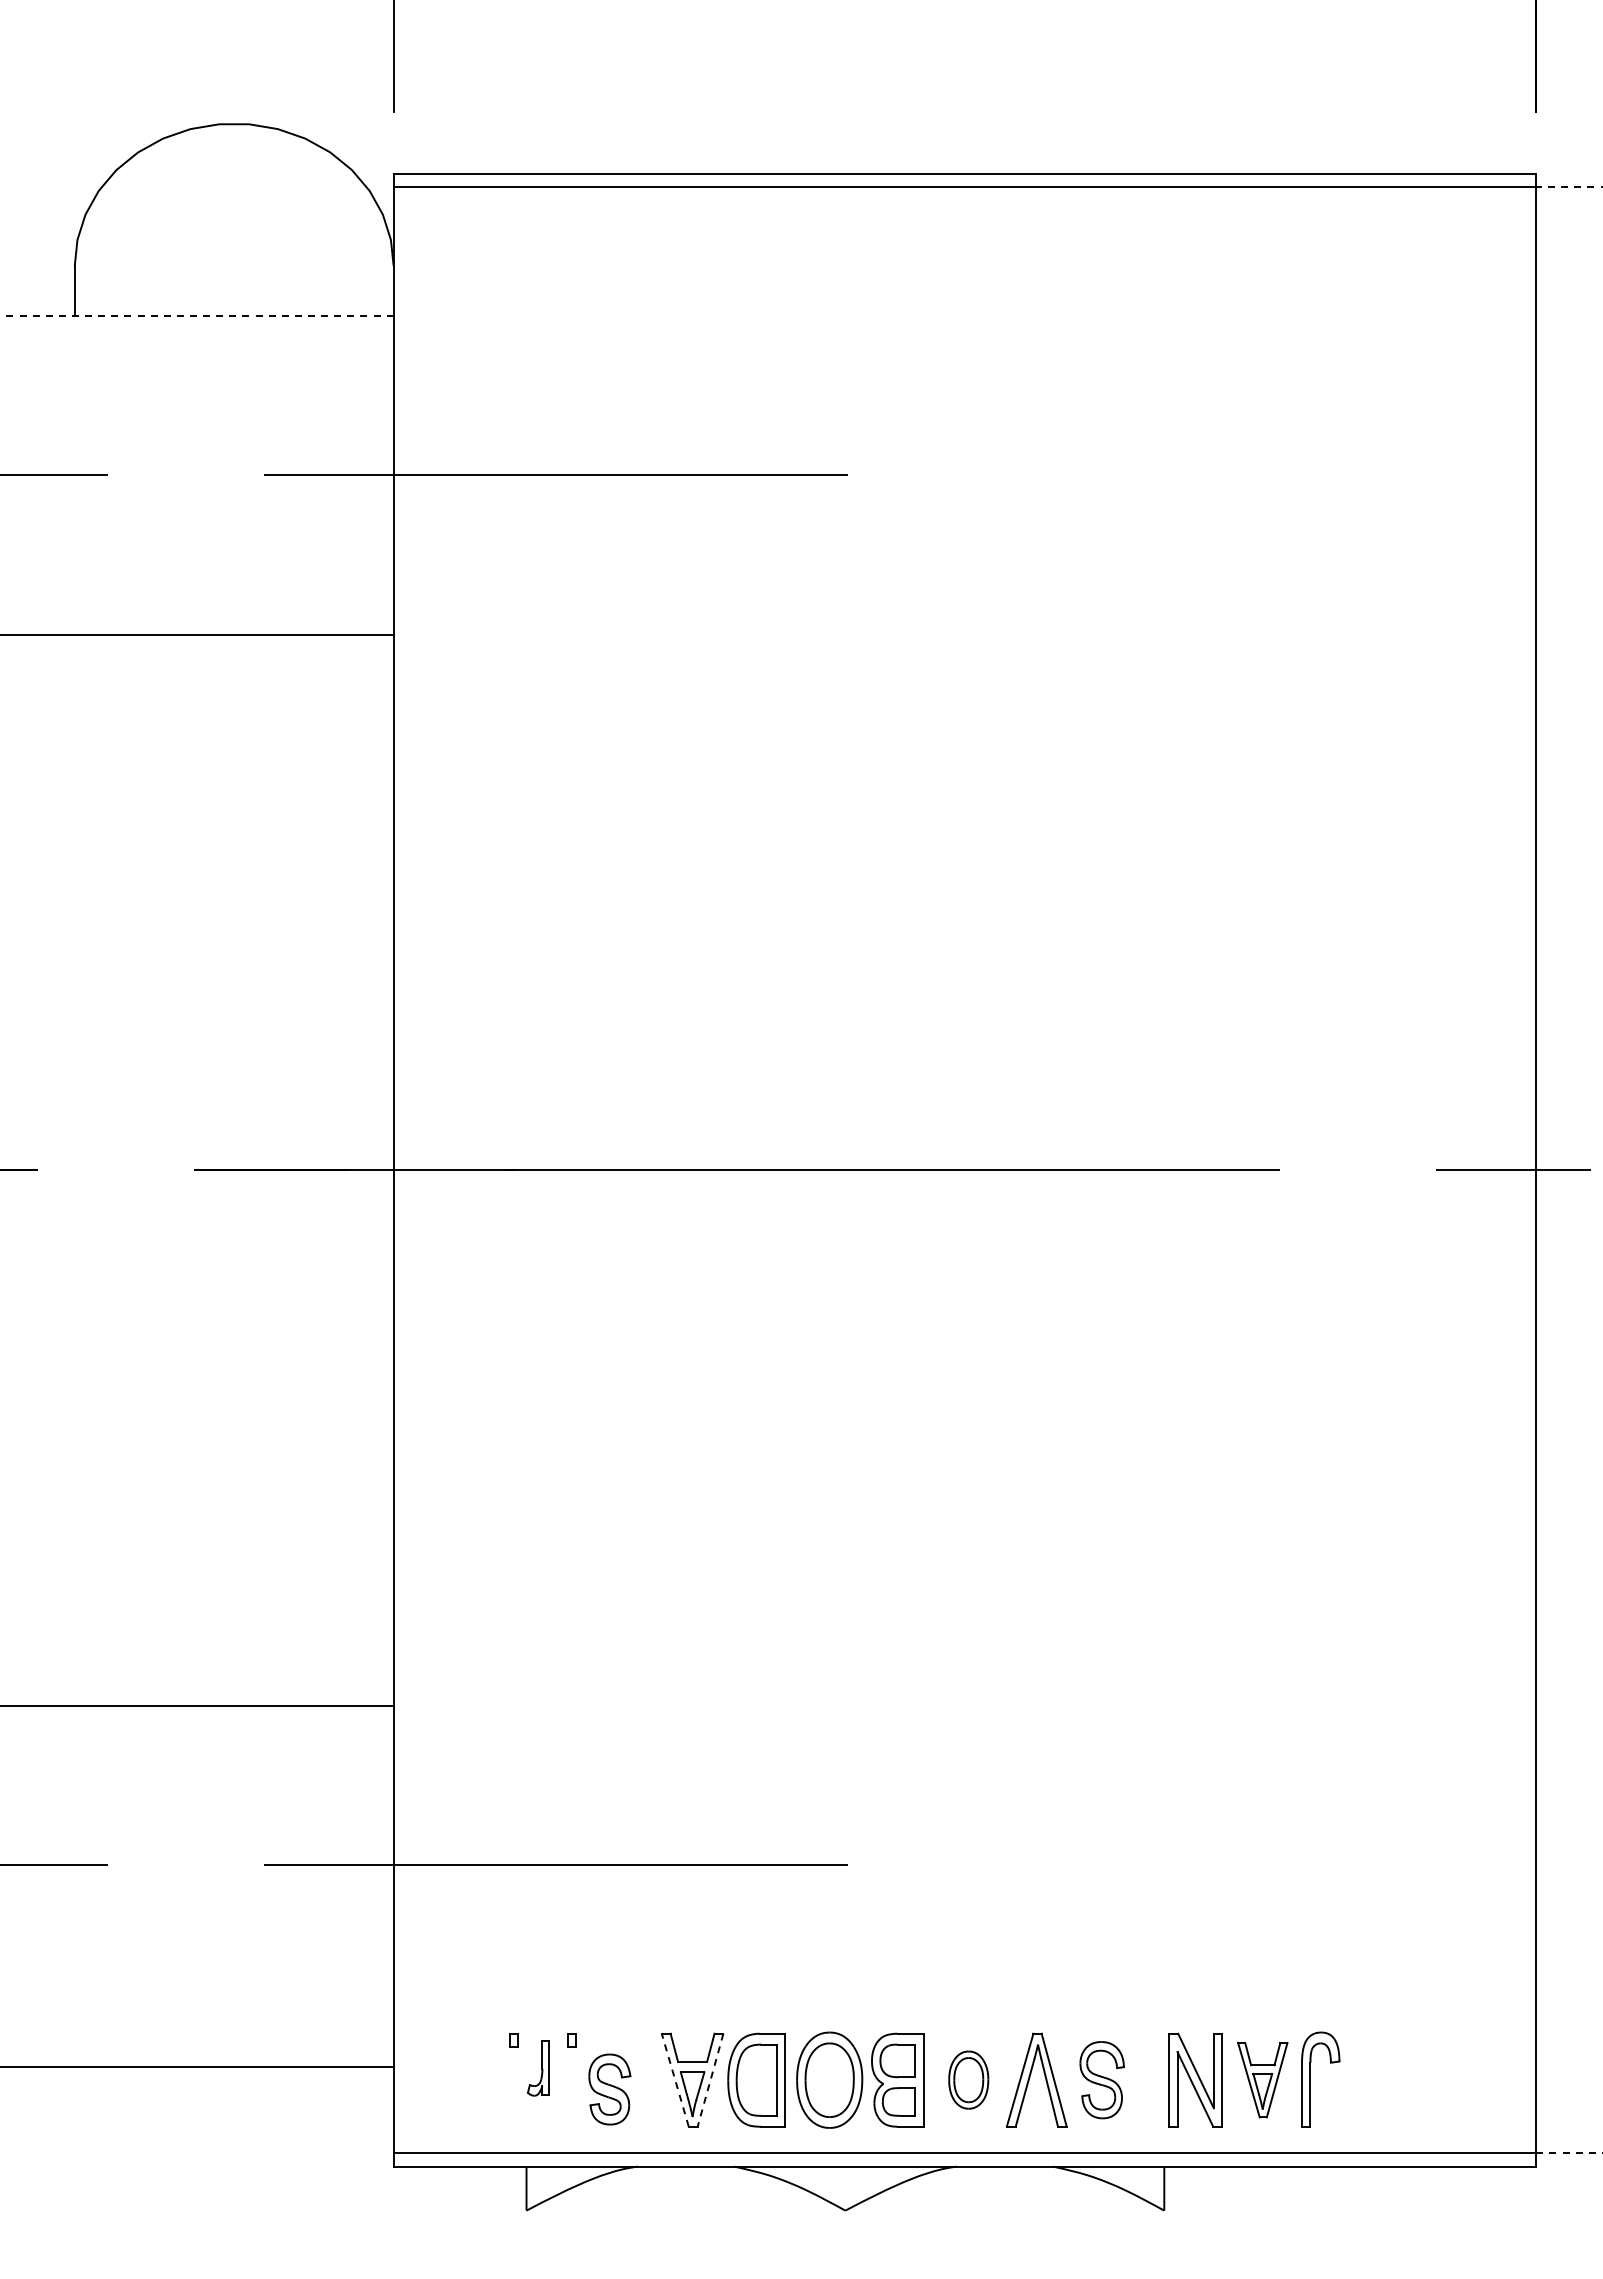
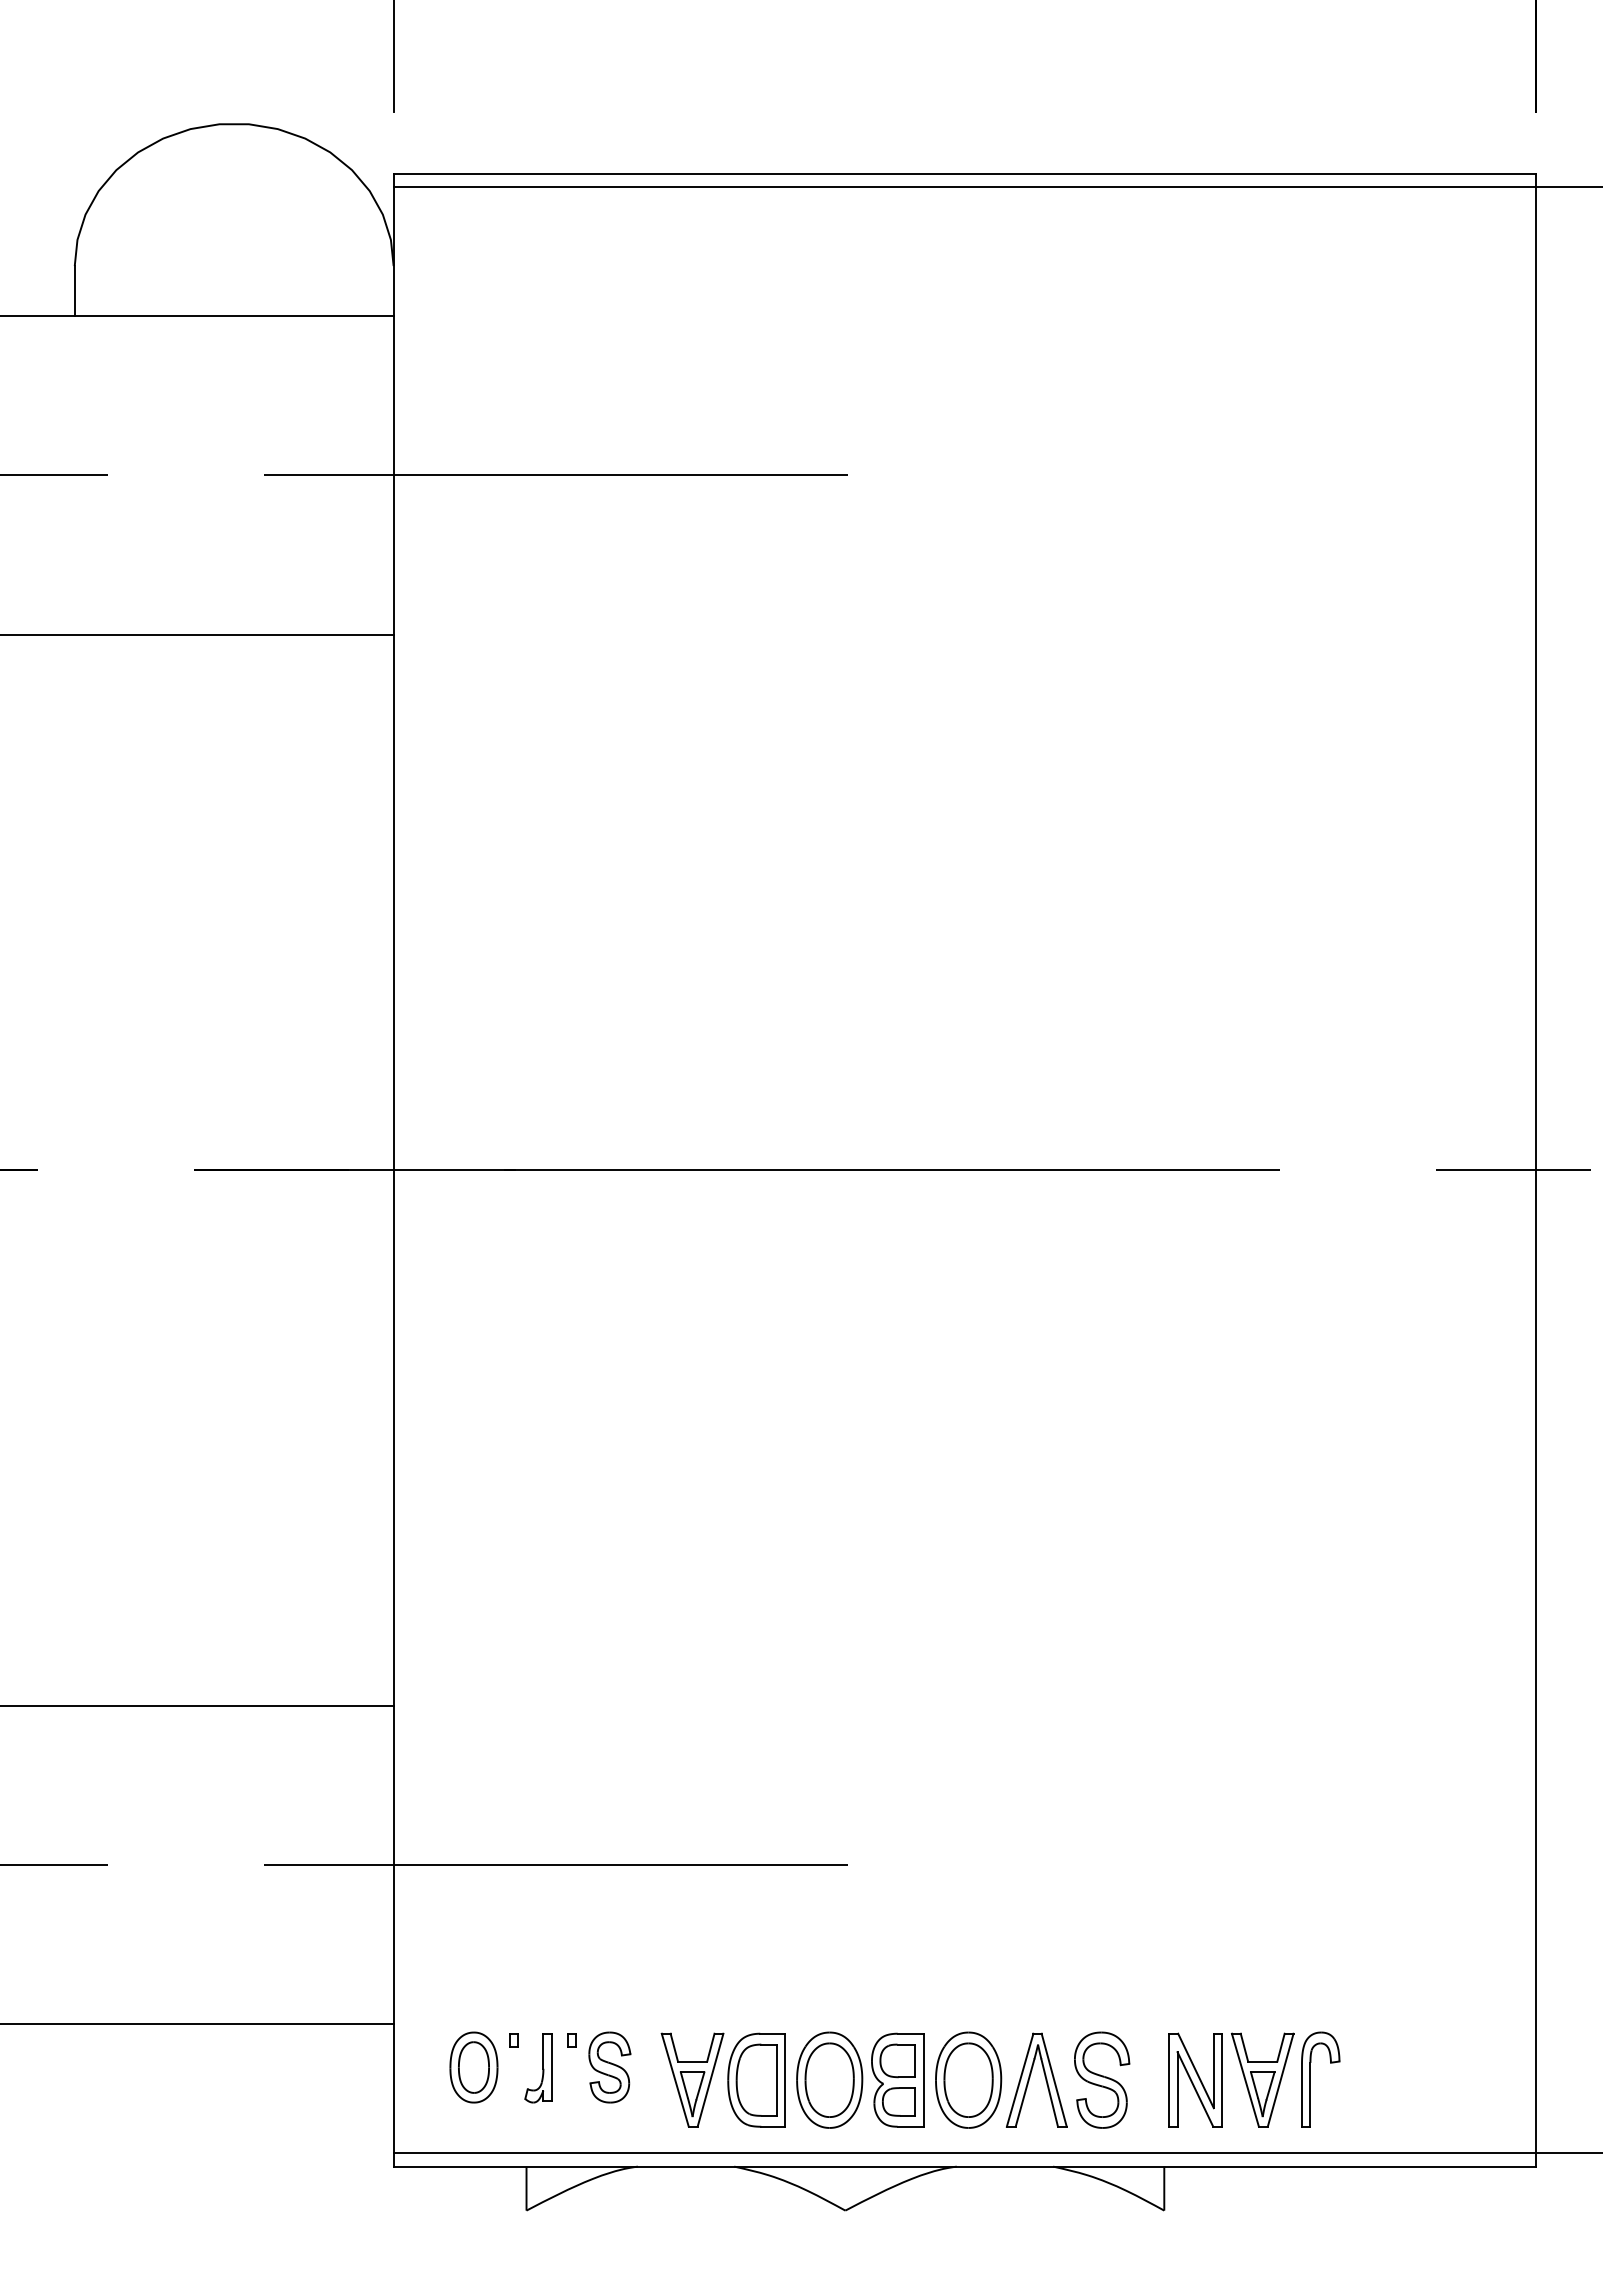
line at (1569, 186): dashed -> solid
line at (196, 315): dashed -> solid
line at (197, 2067) position: (197, 2067) -> (197, 2024)
part at (473, 2067): none -> present
part at (538, 2068) size: 23x57 px -> 29x71 px
line at (675, 2079): dashed -> solid
part at (968, 2079) size: 42x60 px -> 68x98 px
line at (710, 2080): dashed -> solid
part at (1101, 2080) size: 46x79 px -> 57x98 px
part at (1262, 2080) size: 52x77 px -> 64x96 px
part at (609, 2089) position: (609, 2089) -> (609, 2067)
line at (1569, 2153): dashed -> solid
